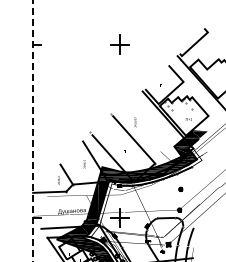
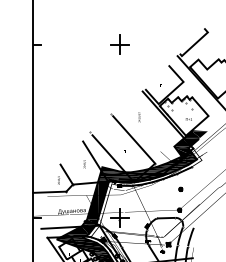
text at (135, 122) position: (135, 122) -> (139, 117)
line at (33, 131): dashed -> solid
